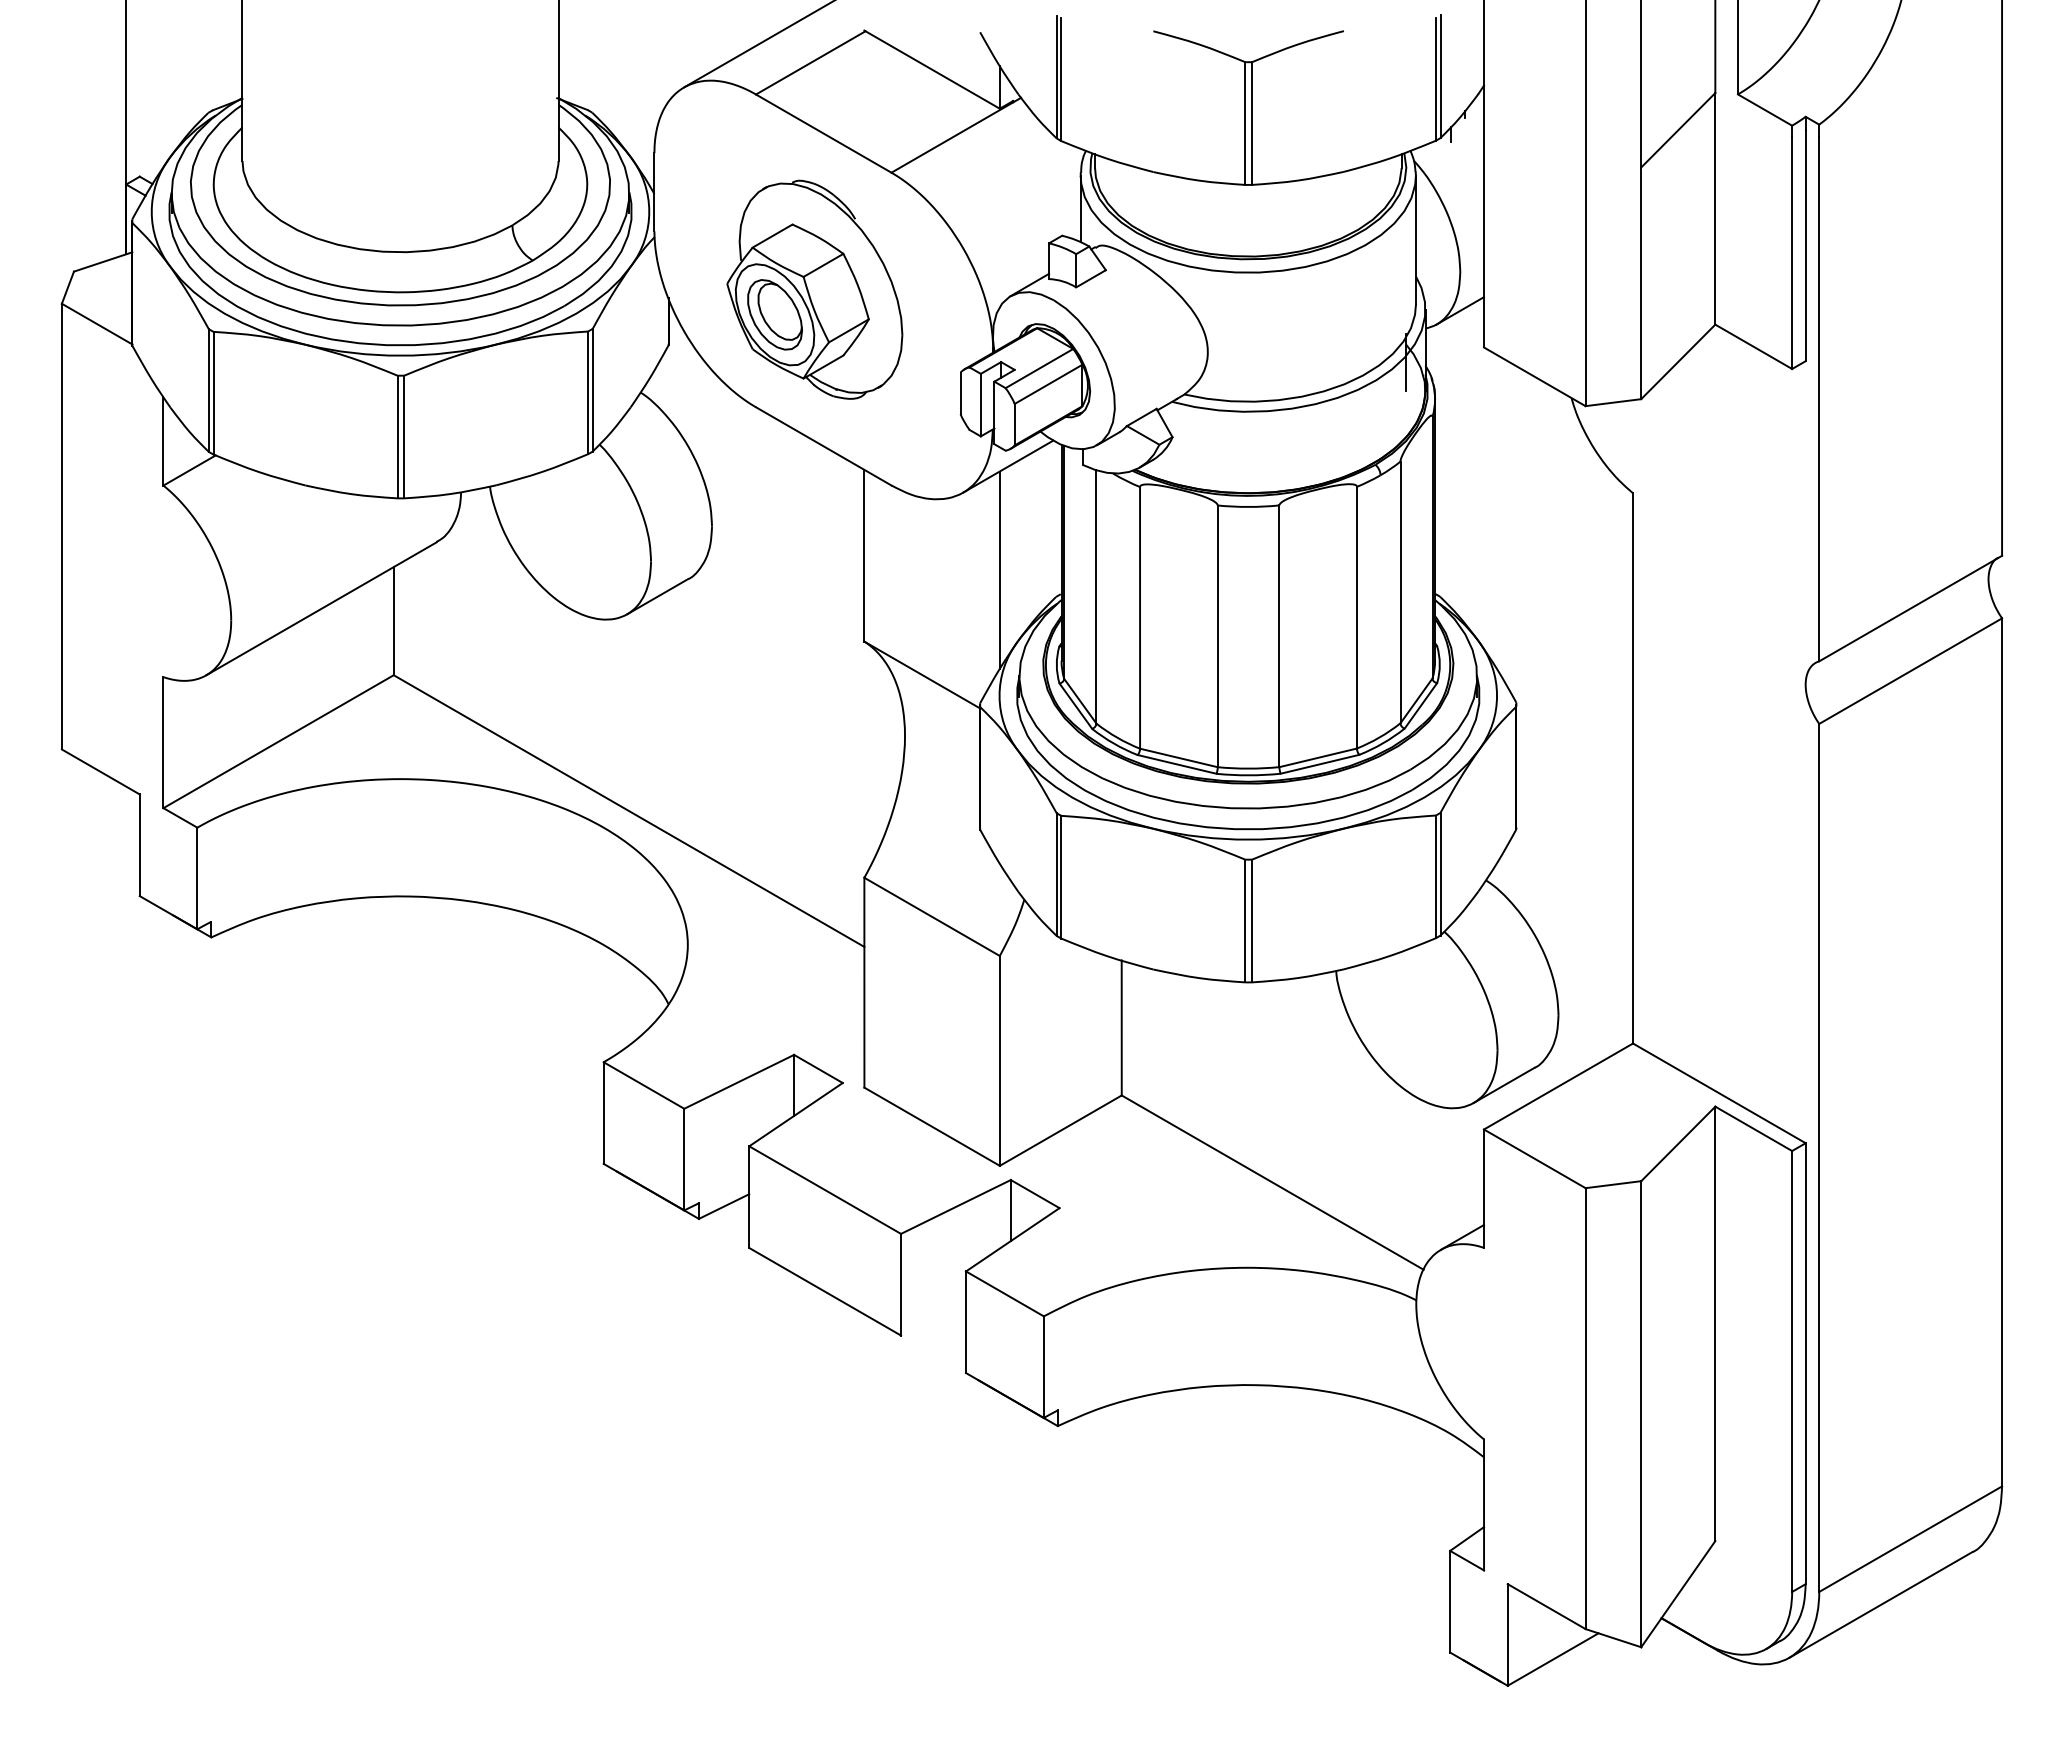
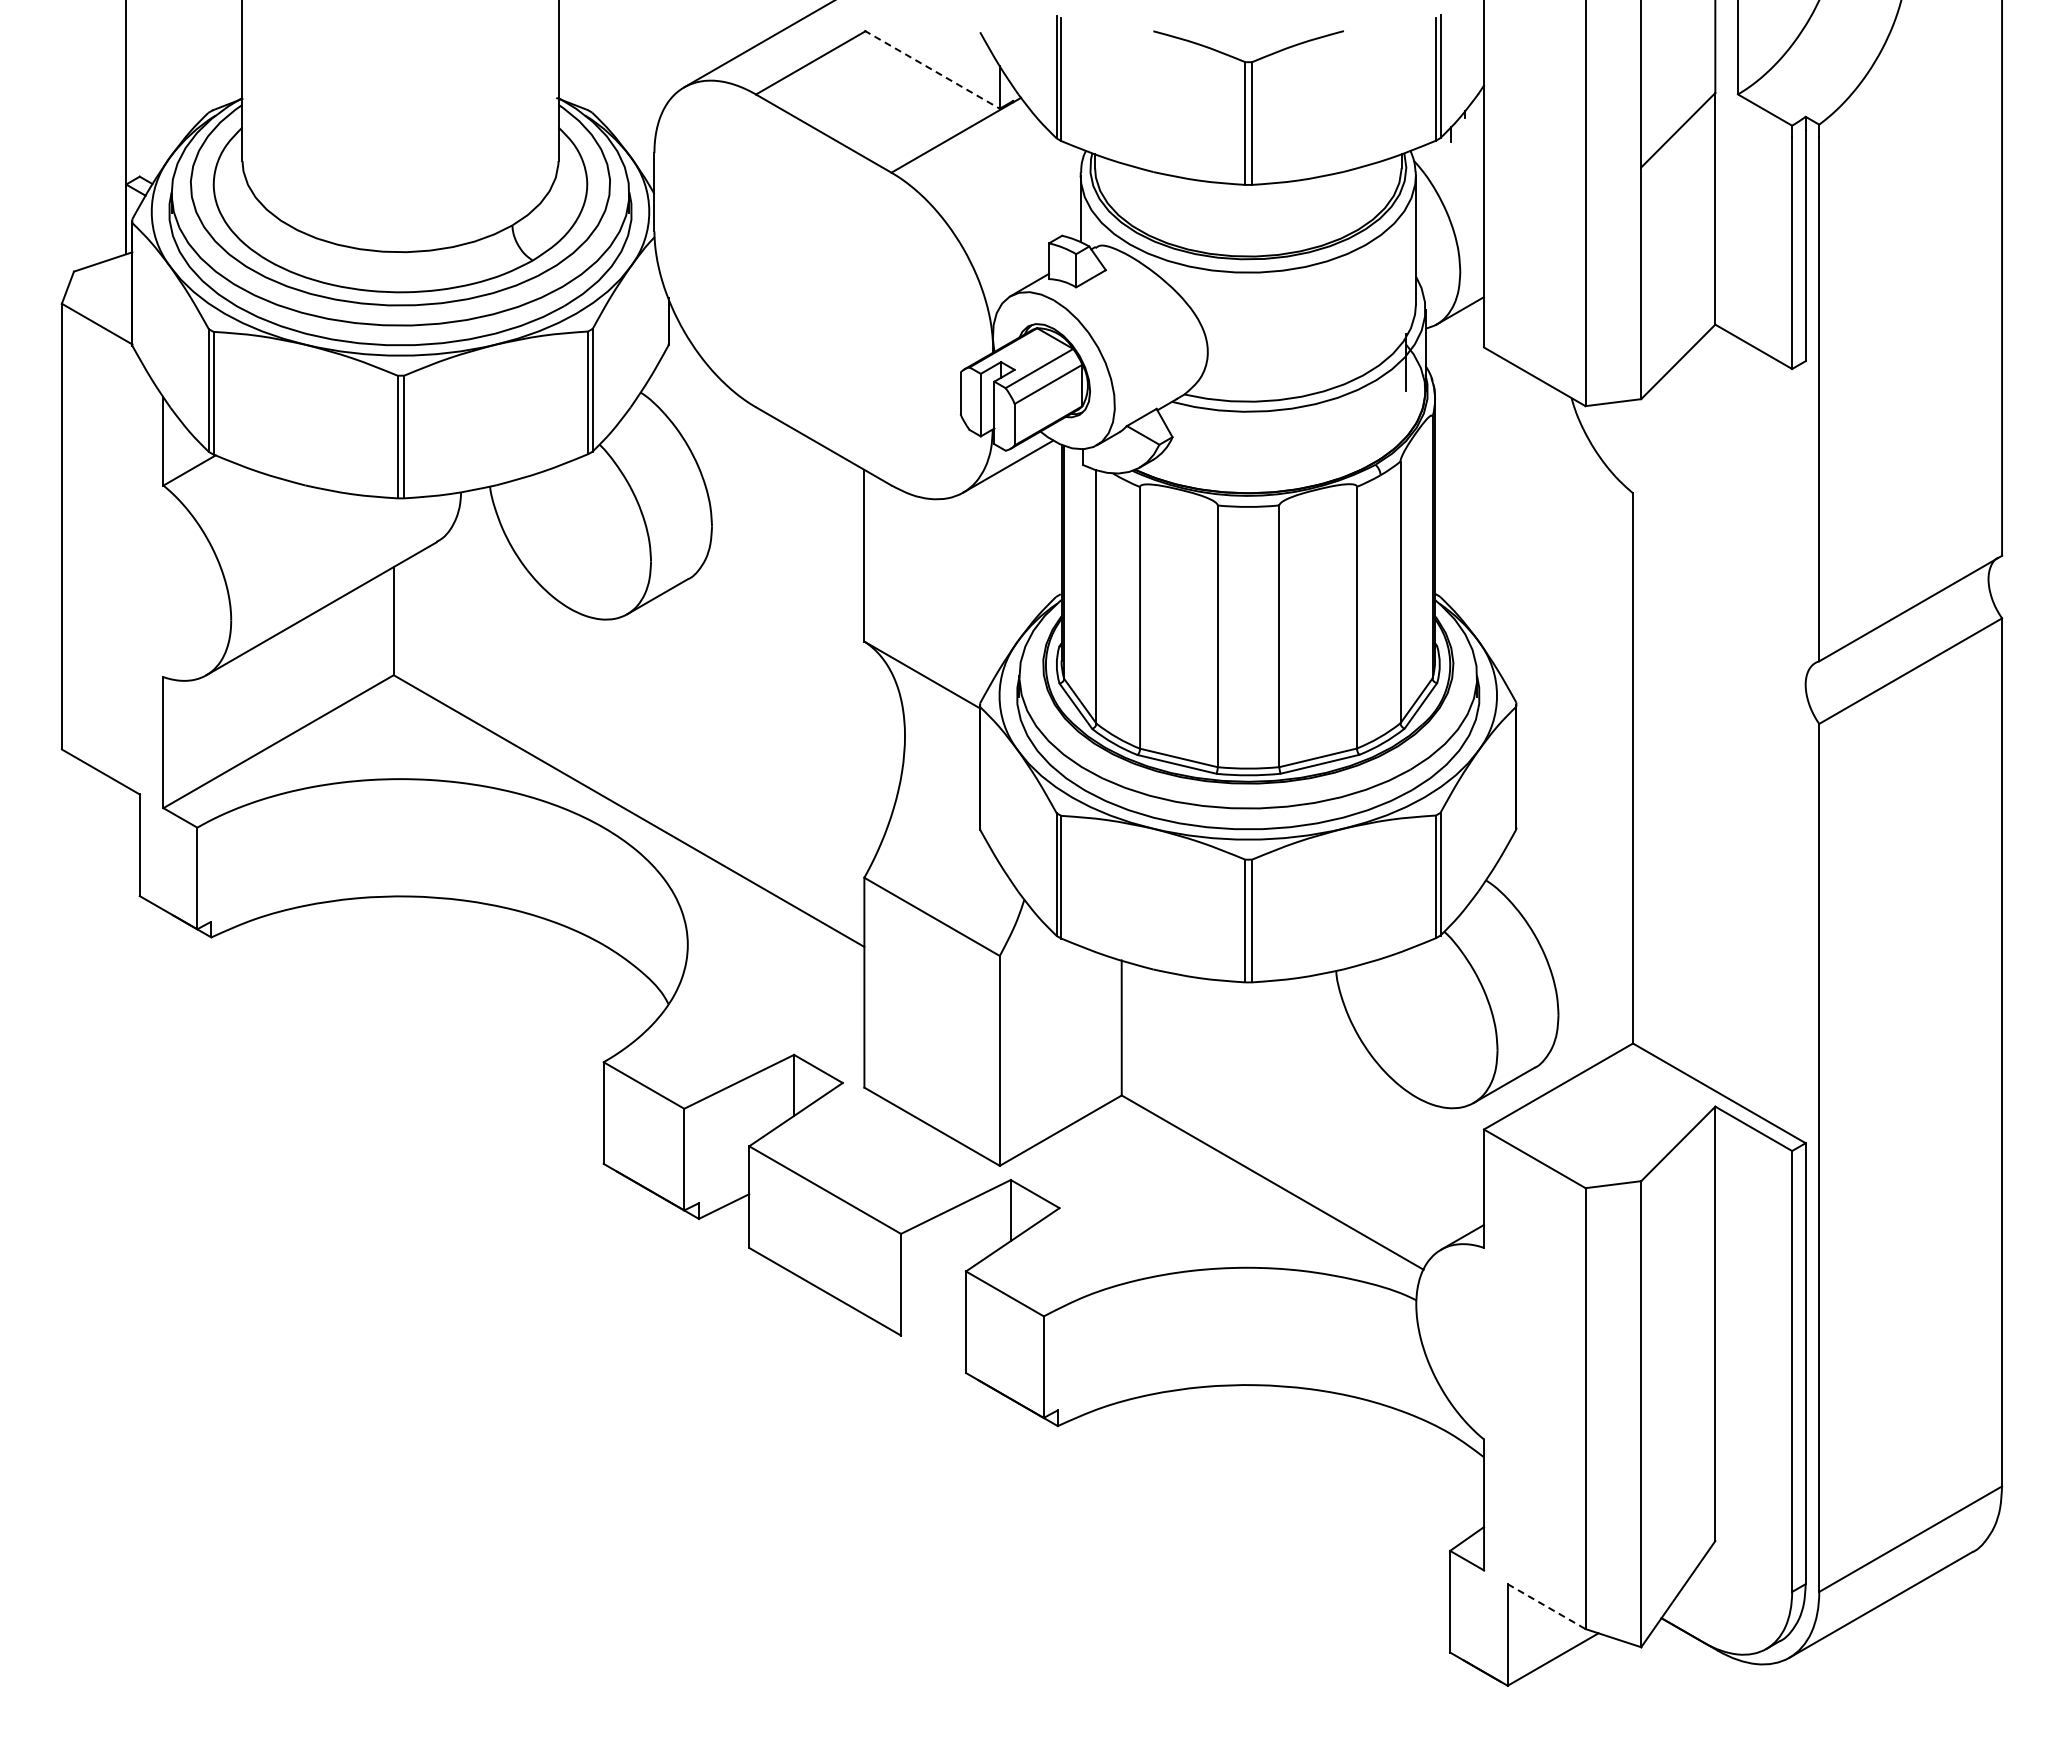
line at (932, 69): solid -> dashed
part at (814, 289): present -> none
line at (999, 569): present -> none
line at (1546, 1606): solid -> dashed
